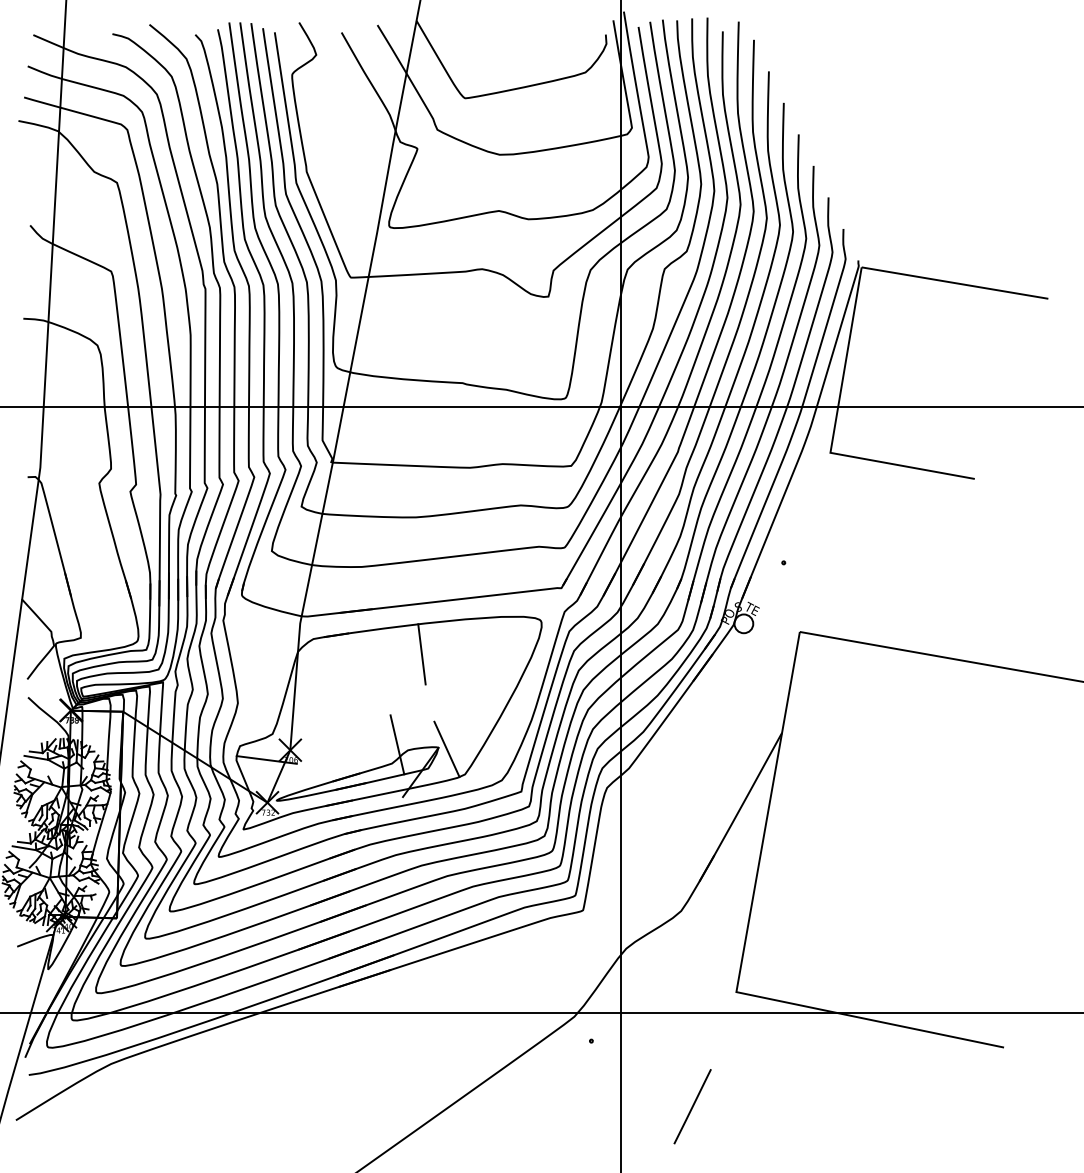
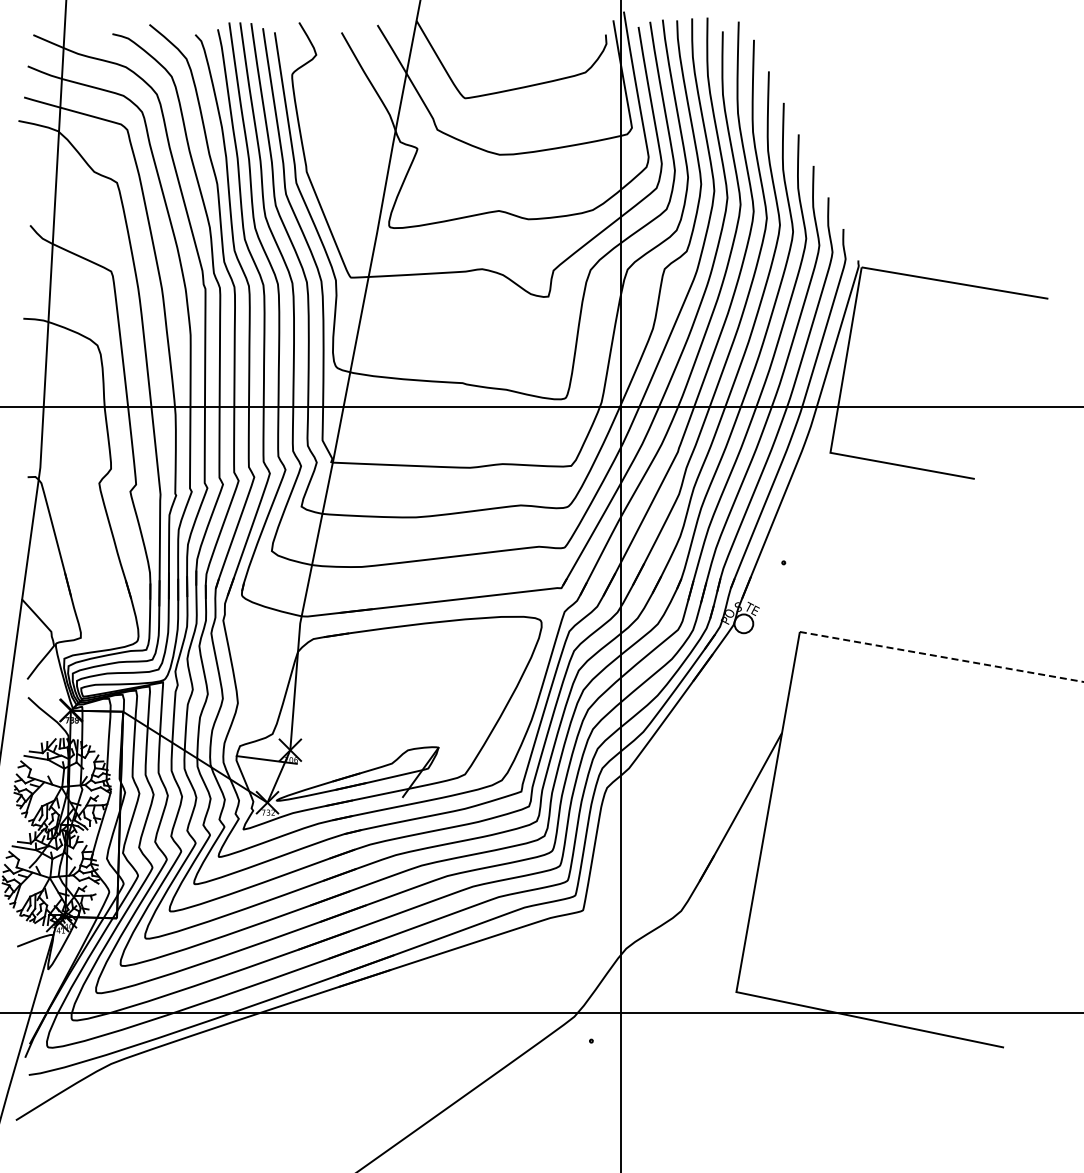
line at (421, 654): present -> none
line at (942, 657): solid -> dashed
line at (397, 744): present -> none
line at (446, 748): present -> none
line at (692, 1106): present -> none
